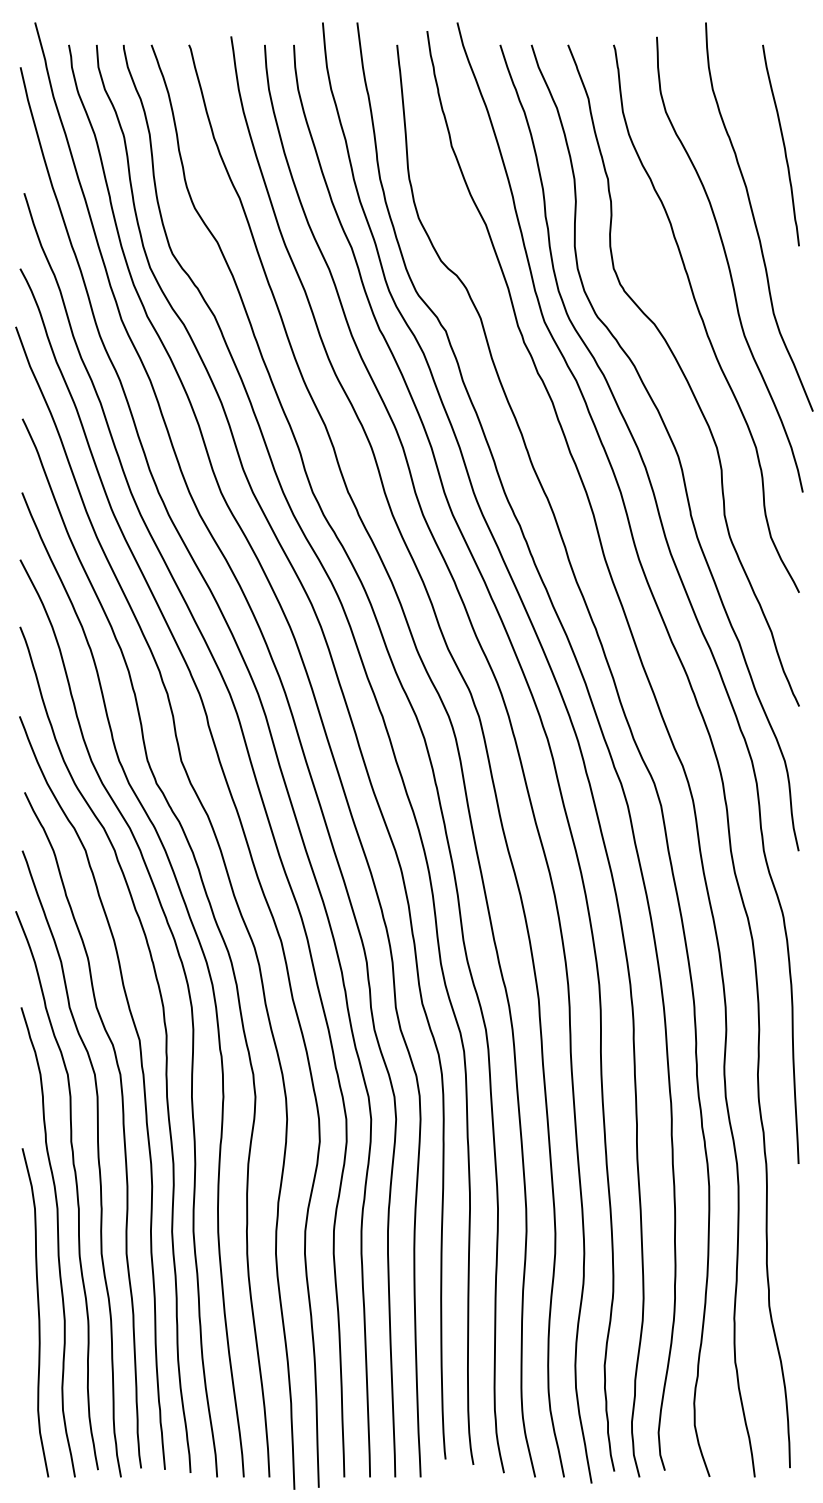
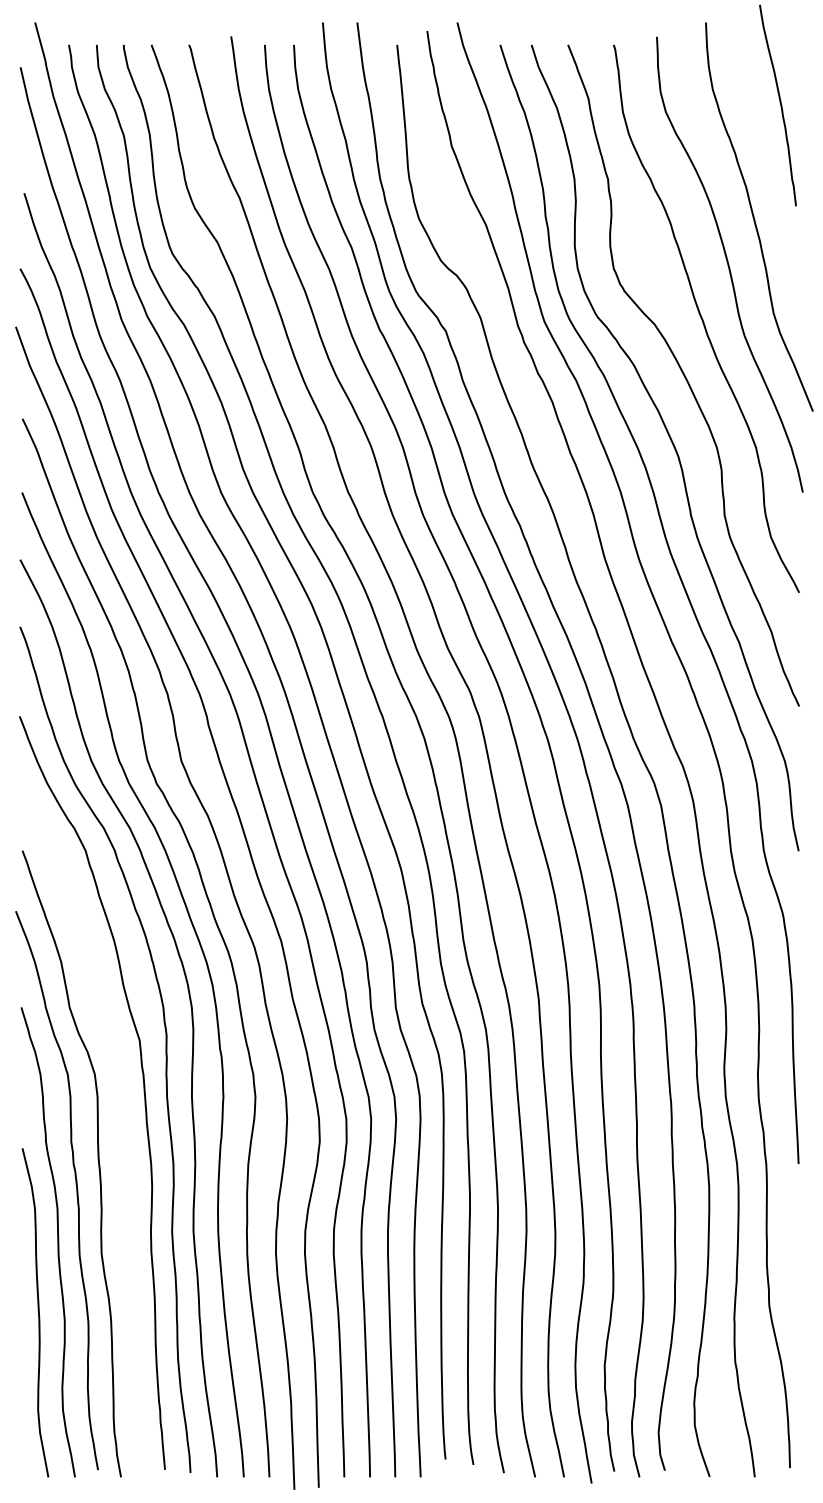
curve at (783, 145) position: (783, 145) -> (780, 105)
curve at (122, 1127): present -> none
